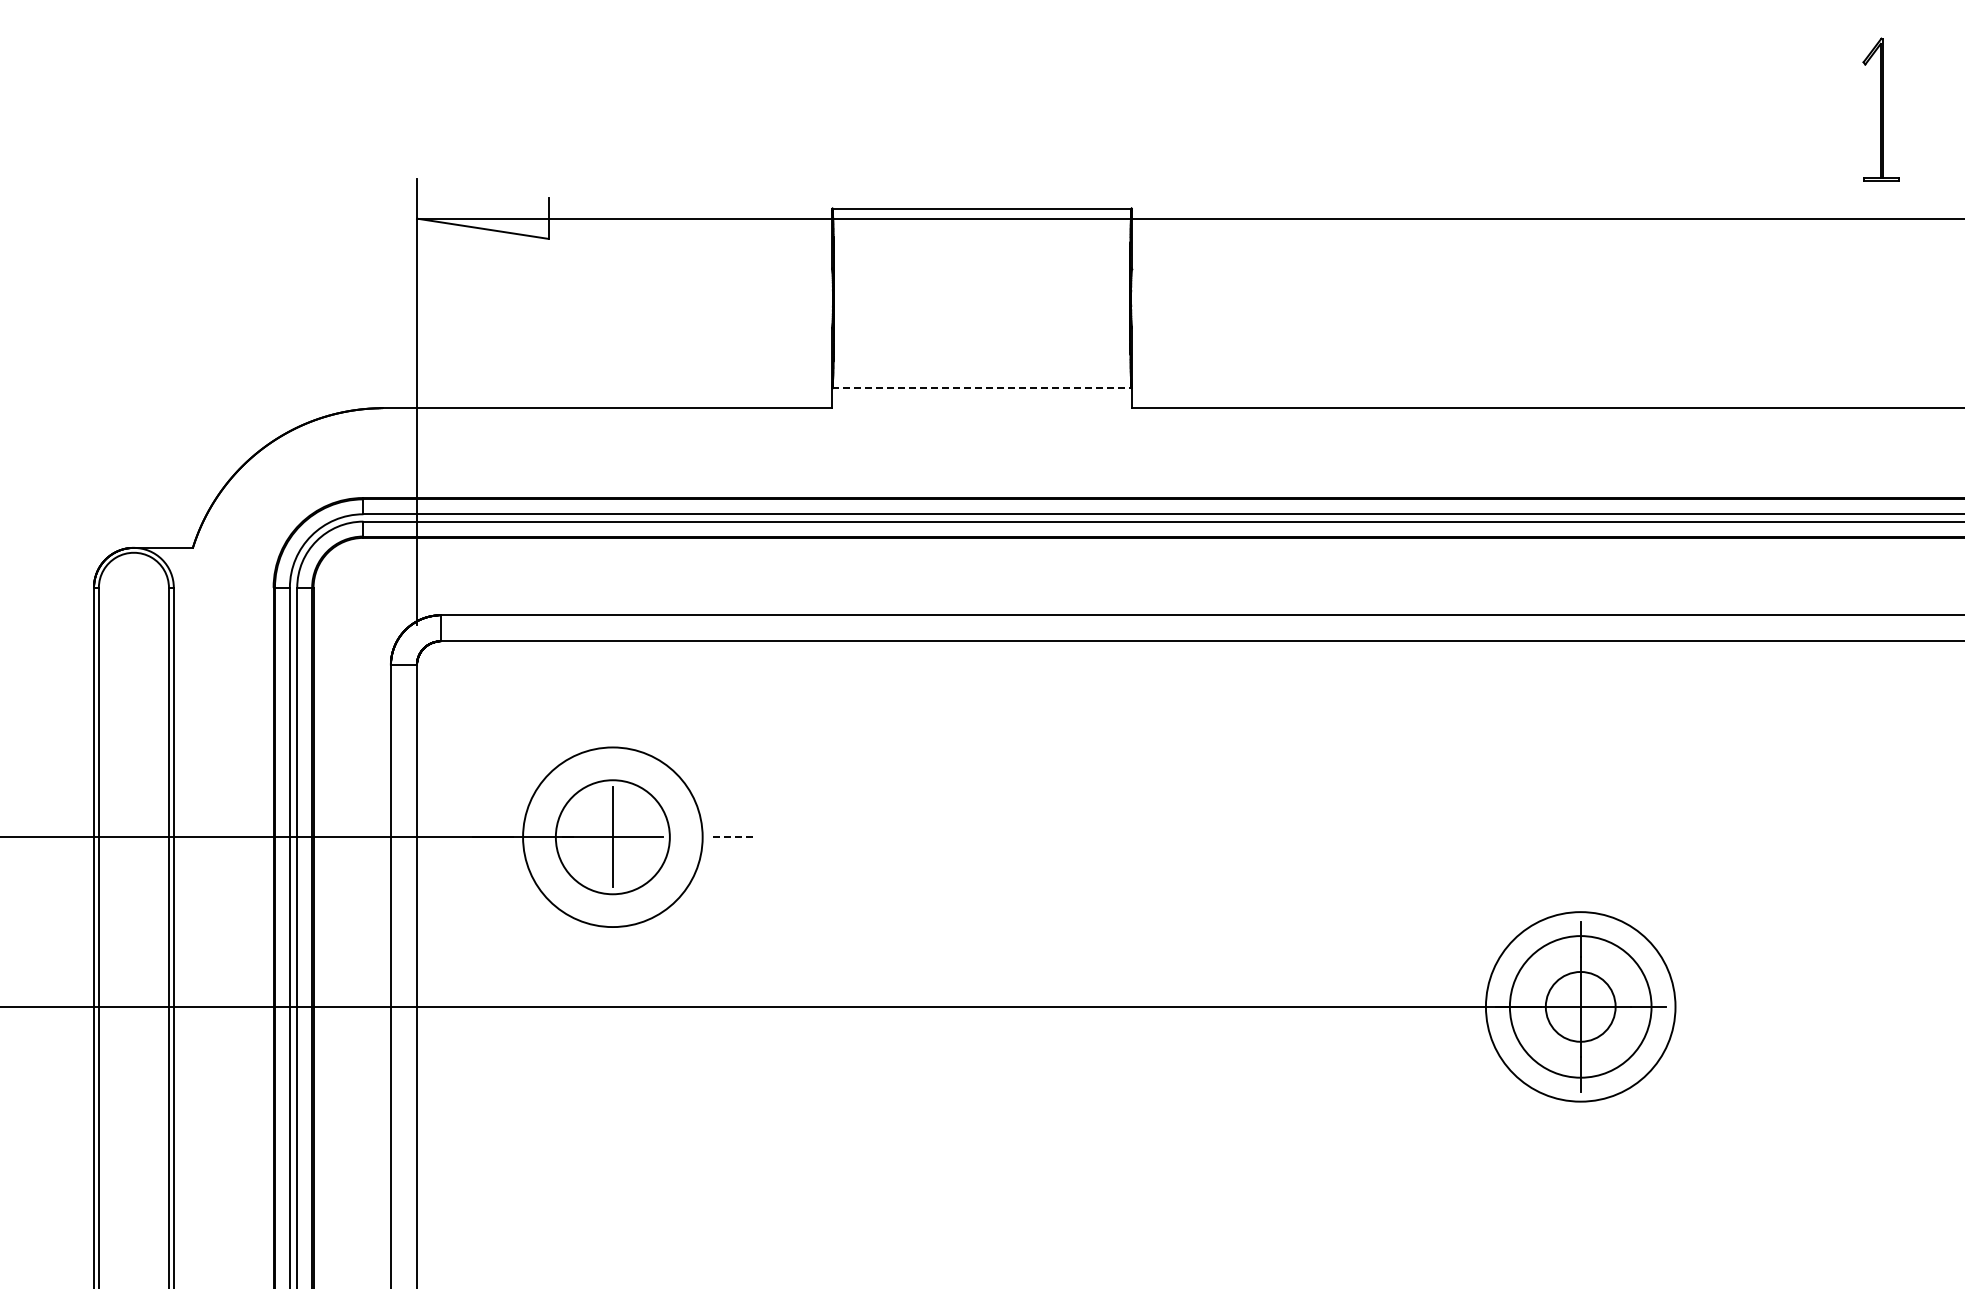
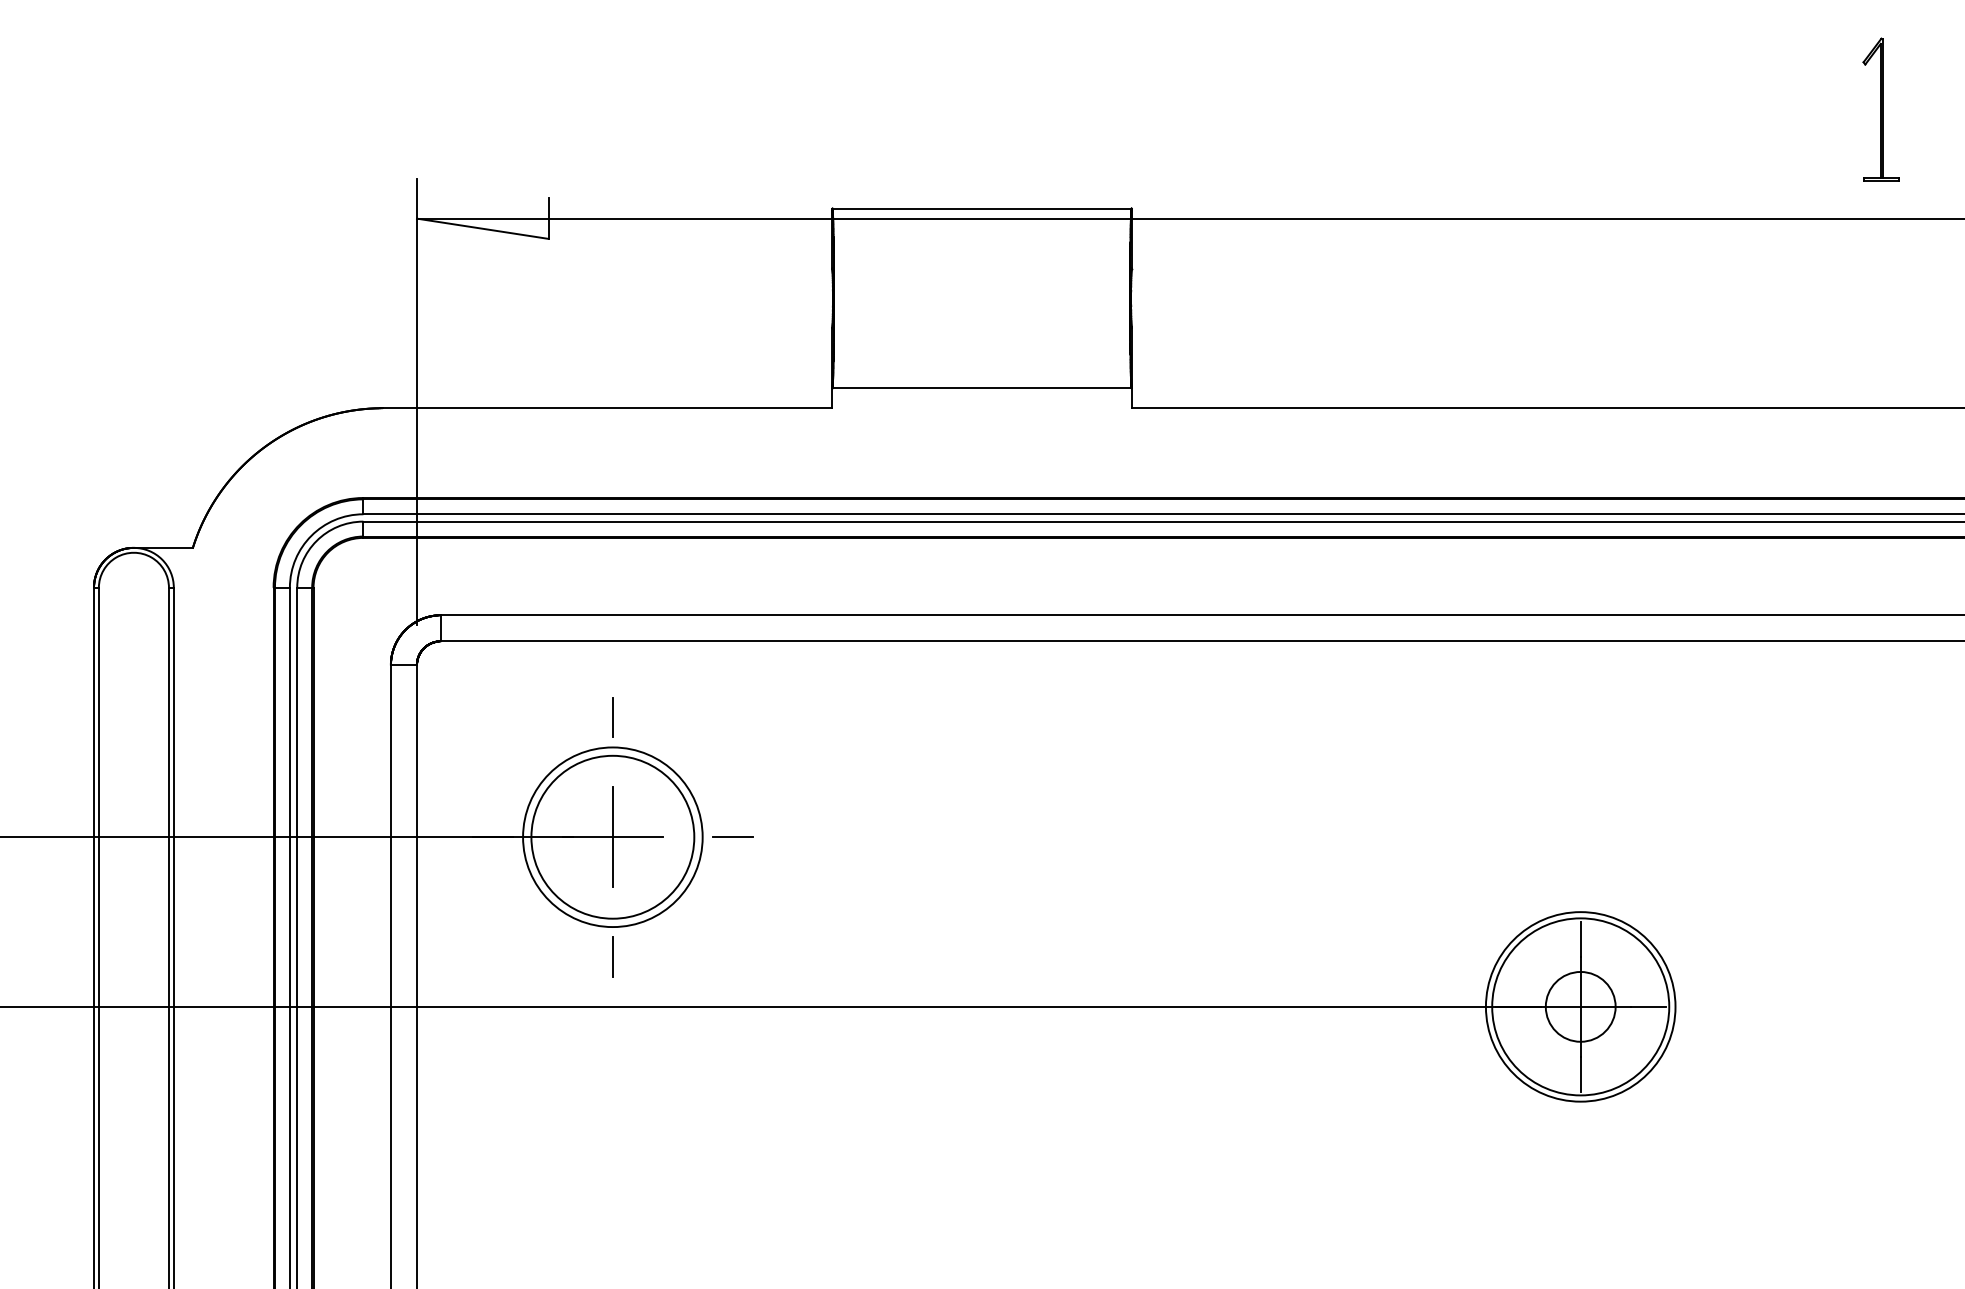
line at (982, 388): dashed -> solid
line at (612, 717): none -> present
circle at (612, 837) diameter: 114 px -> 163 px
line at (732, 837): dashed -> solid
line at (612, 956): none -> present
circle at (1580, 1006) diameter: 142 px -> 177 px
